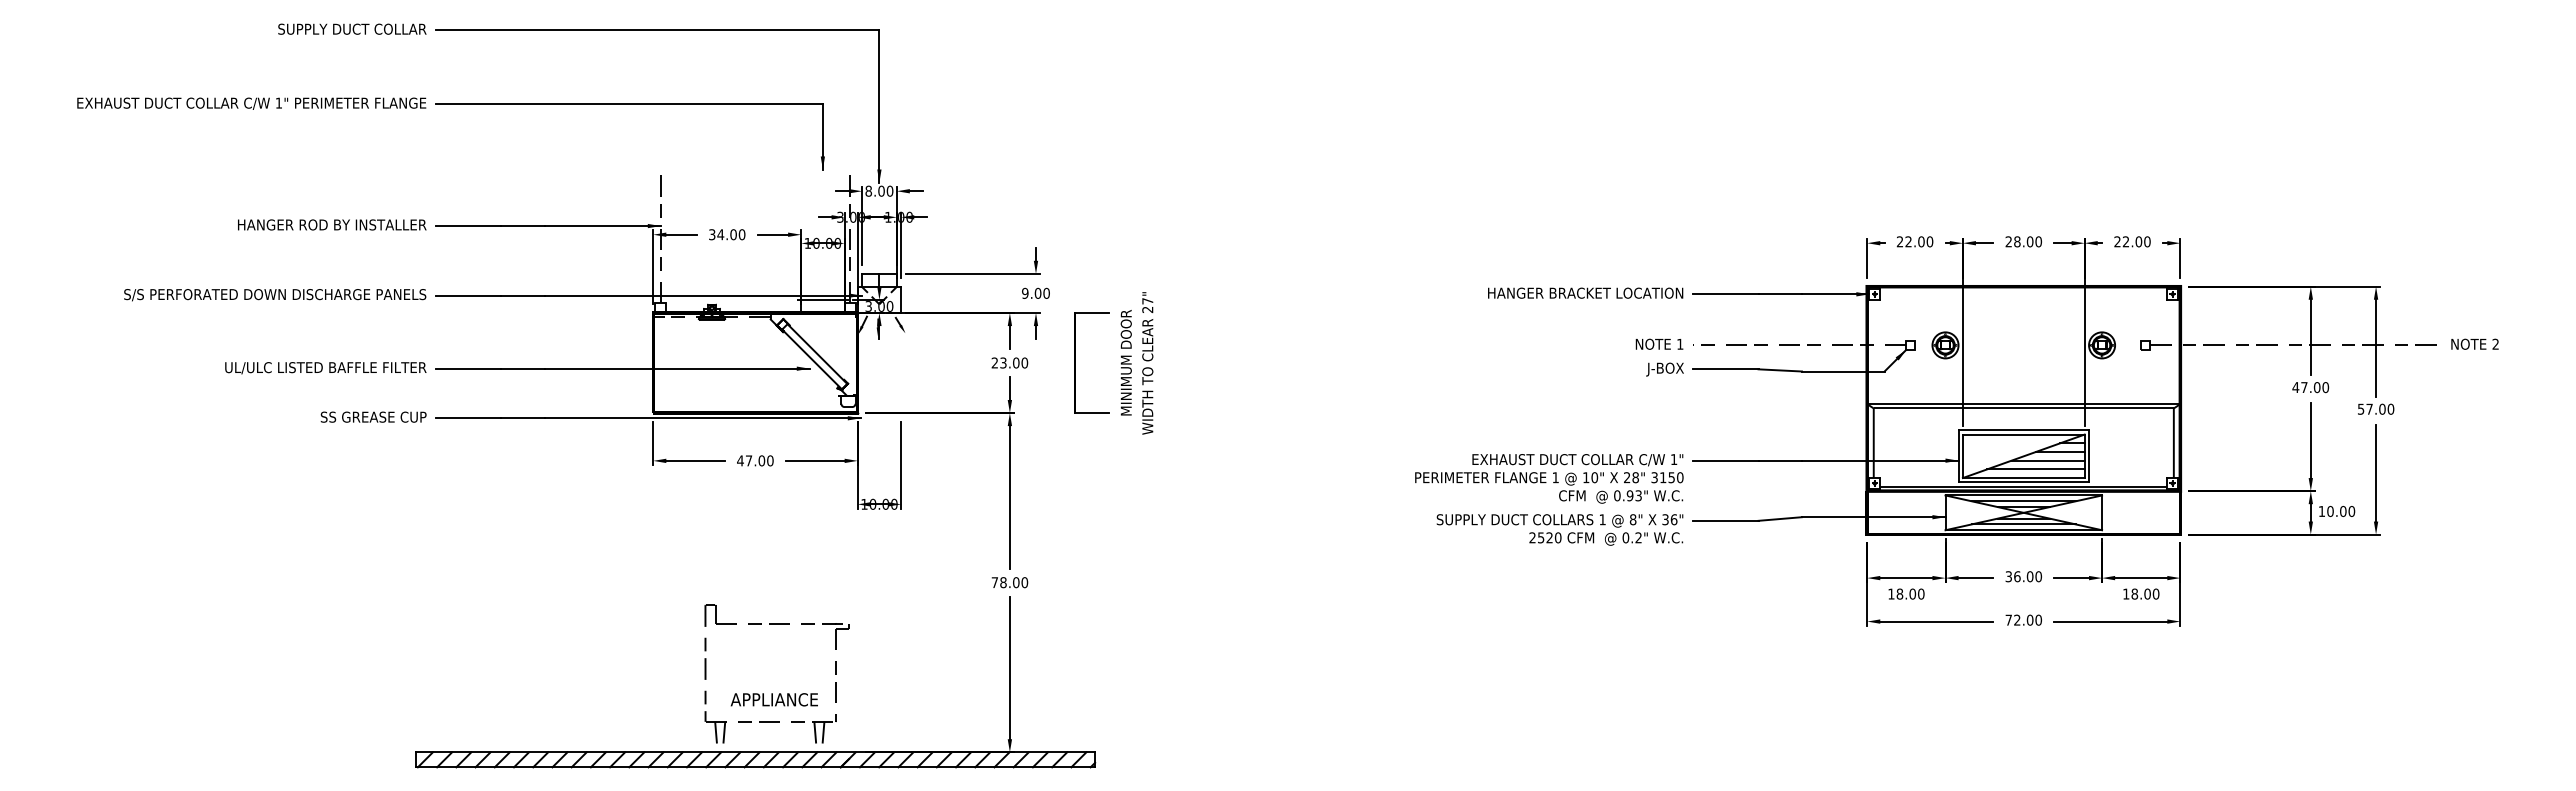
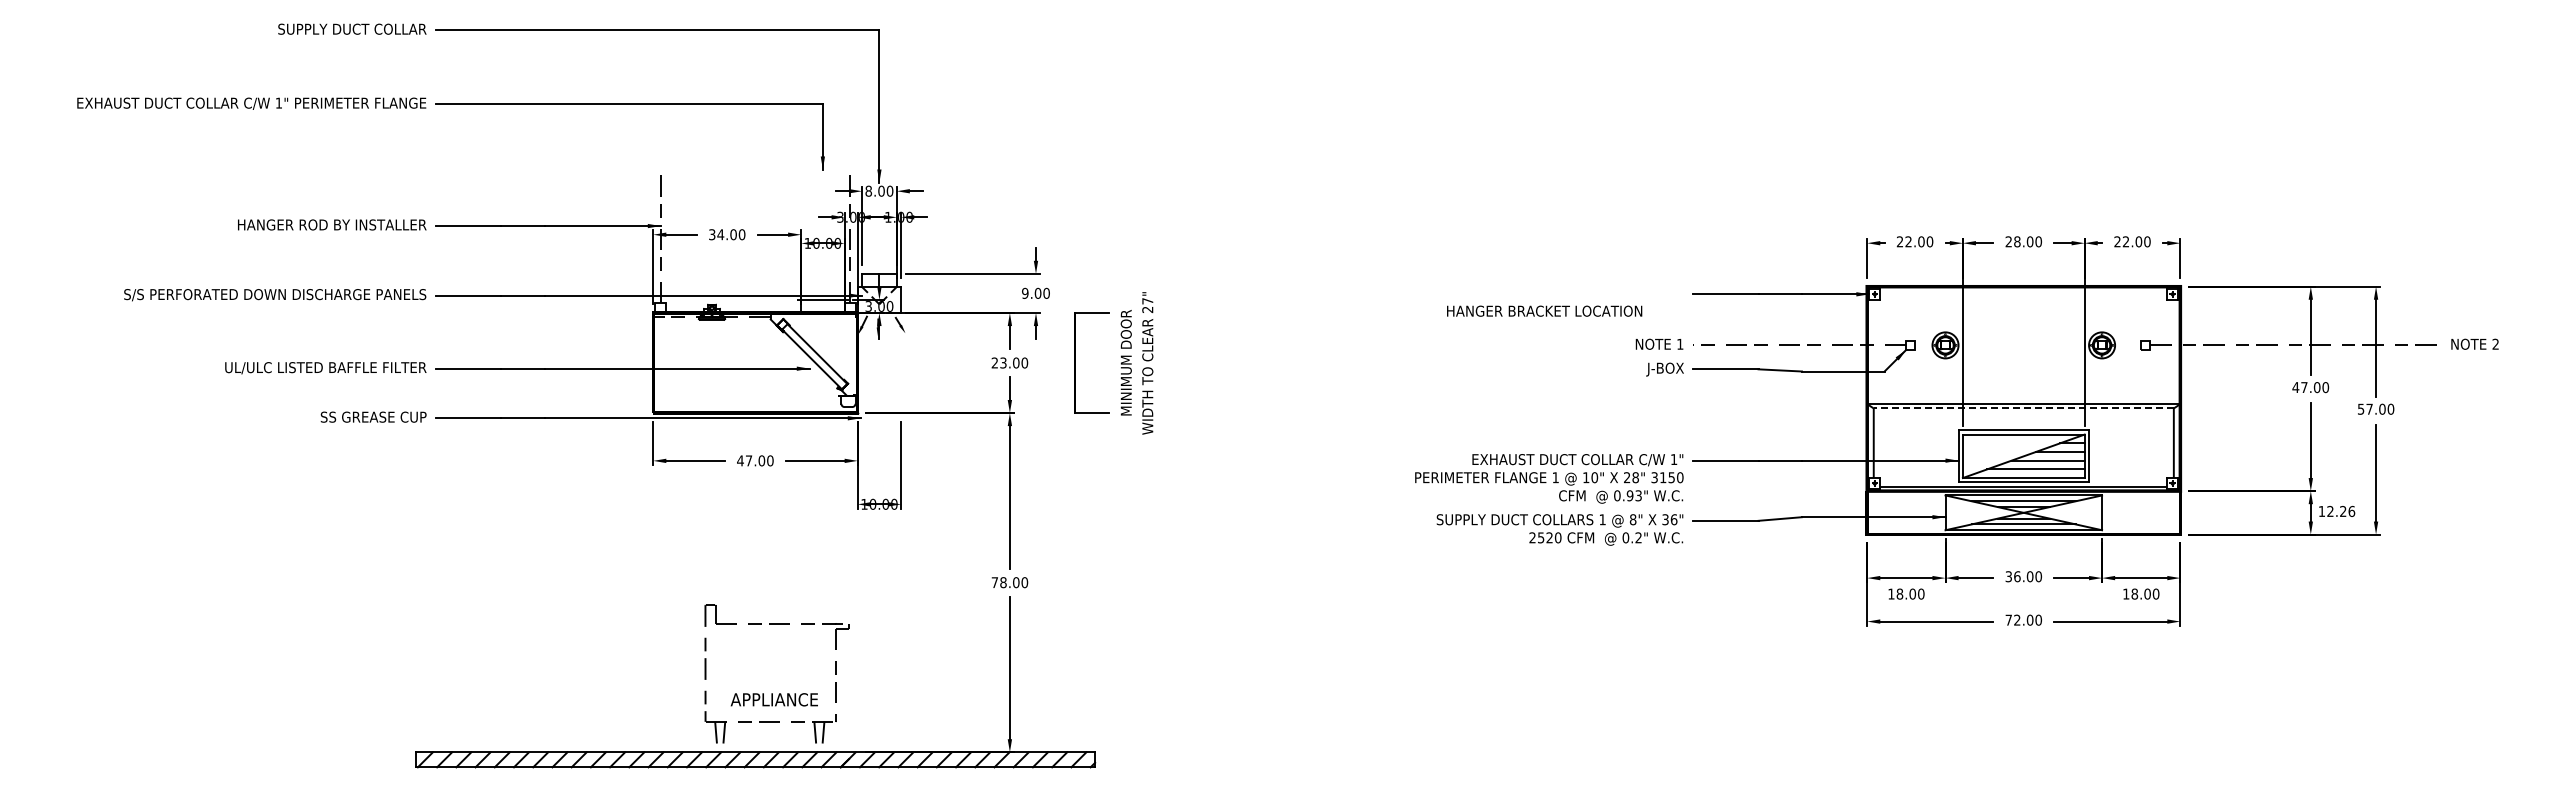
text at (1585, 292) position: (1585, 292) -> (1544, 310)
line at (2023, 408): solid -> dashed
text at (2341, 511): 10.00 -> 12.26
